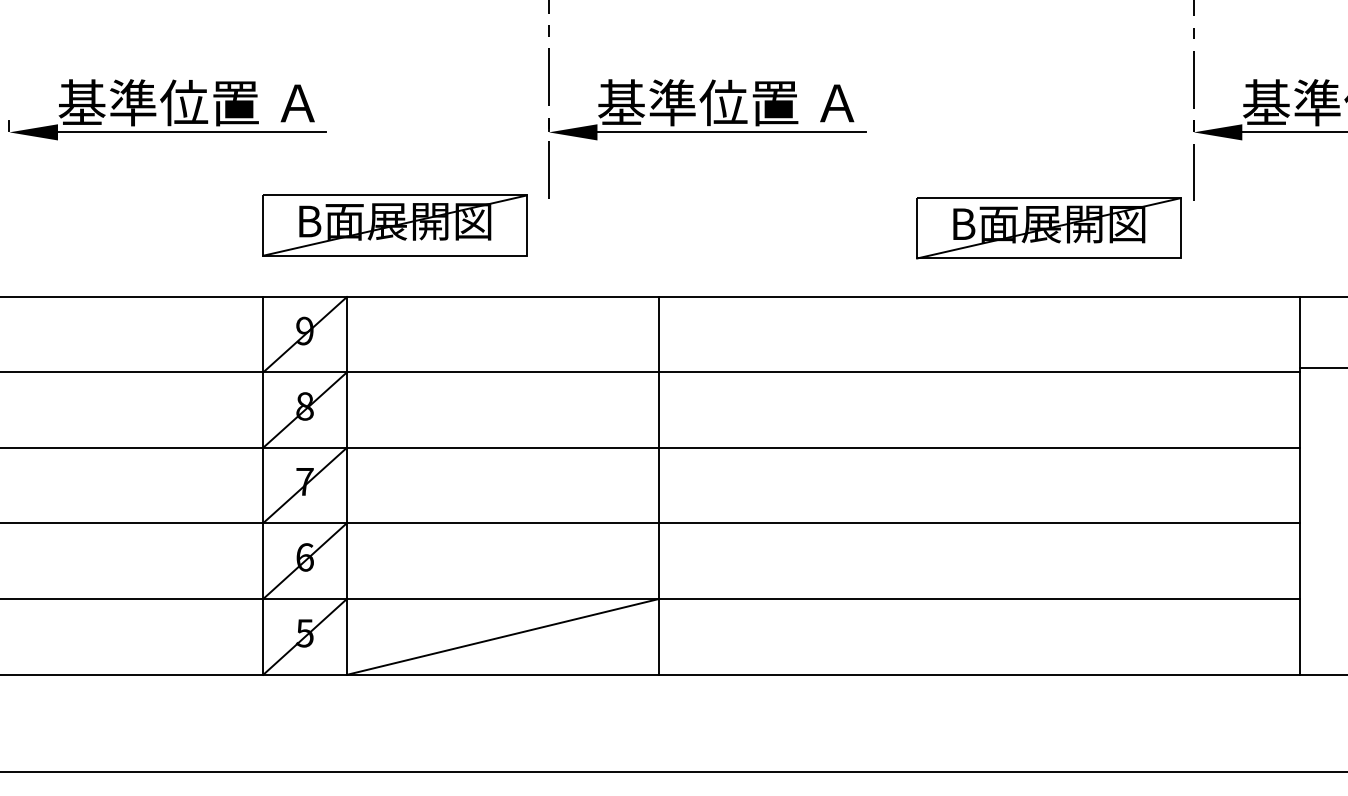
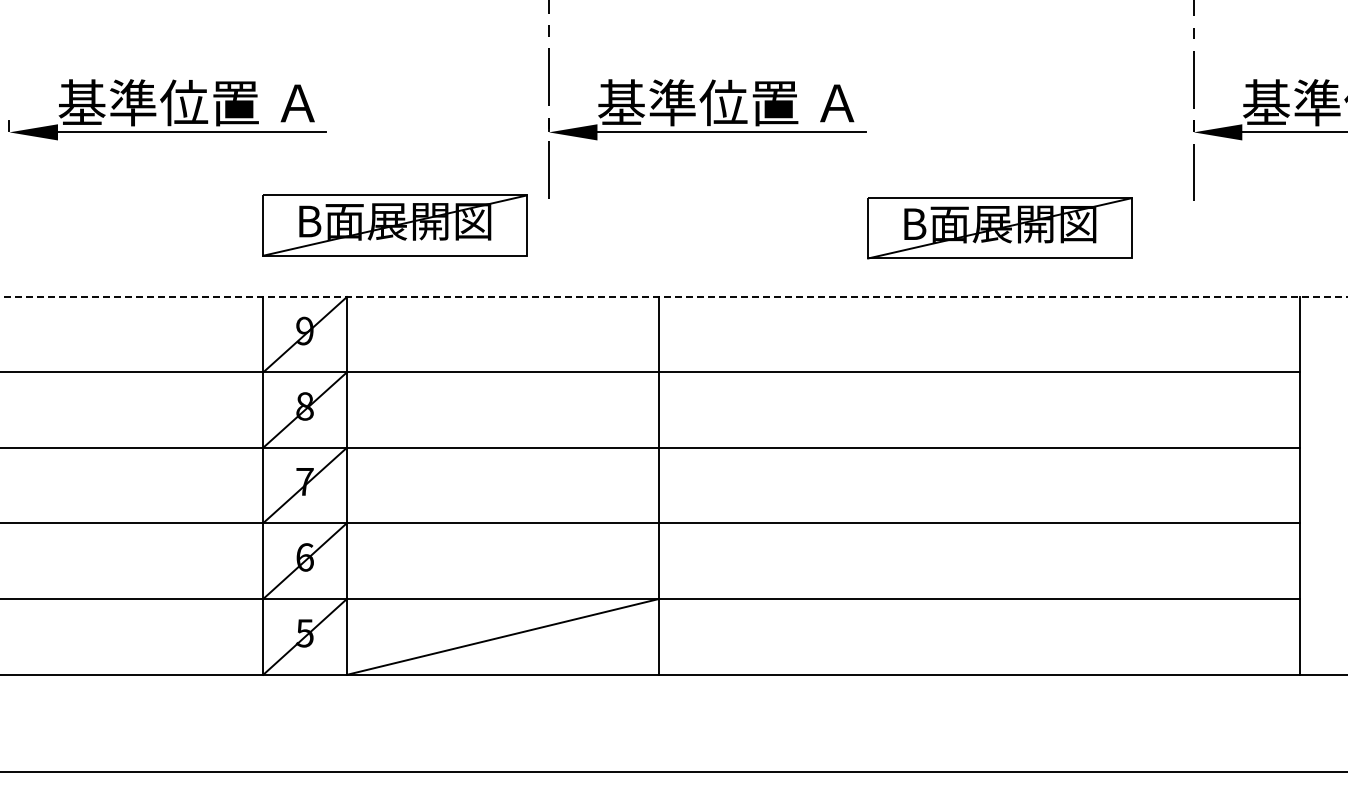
part at (1048, 228) position: (1048, 228) -> (999, 228)
line at (674, 297): solid -> dashed
line at (1322, 368): present -> none
